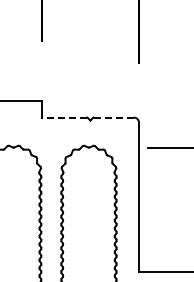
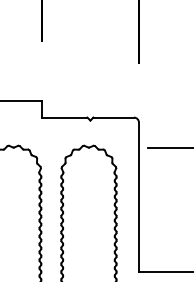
line at (64, 117): dashed -> solid
line at (113, 117): dashed -> solid
